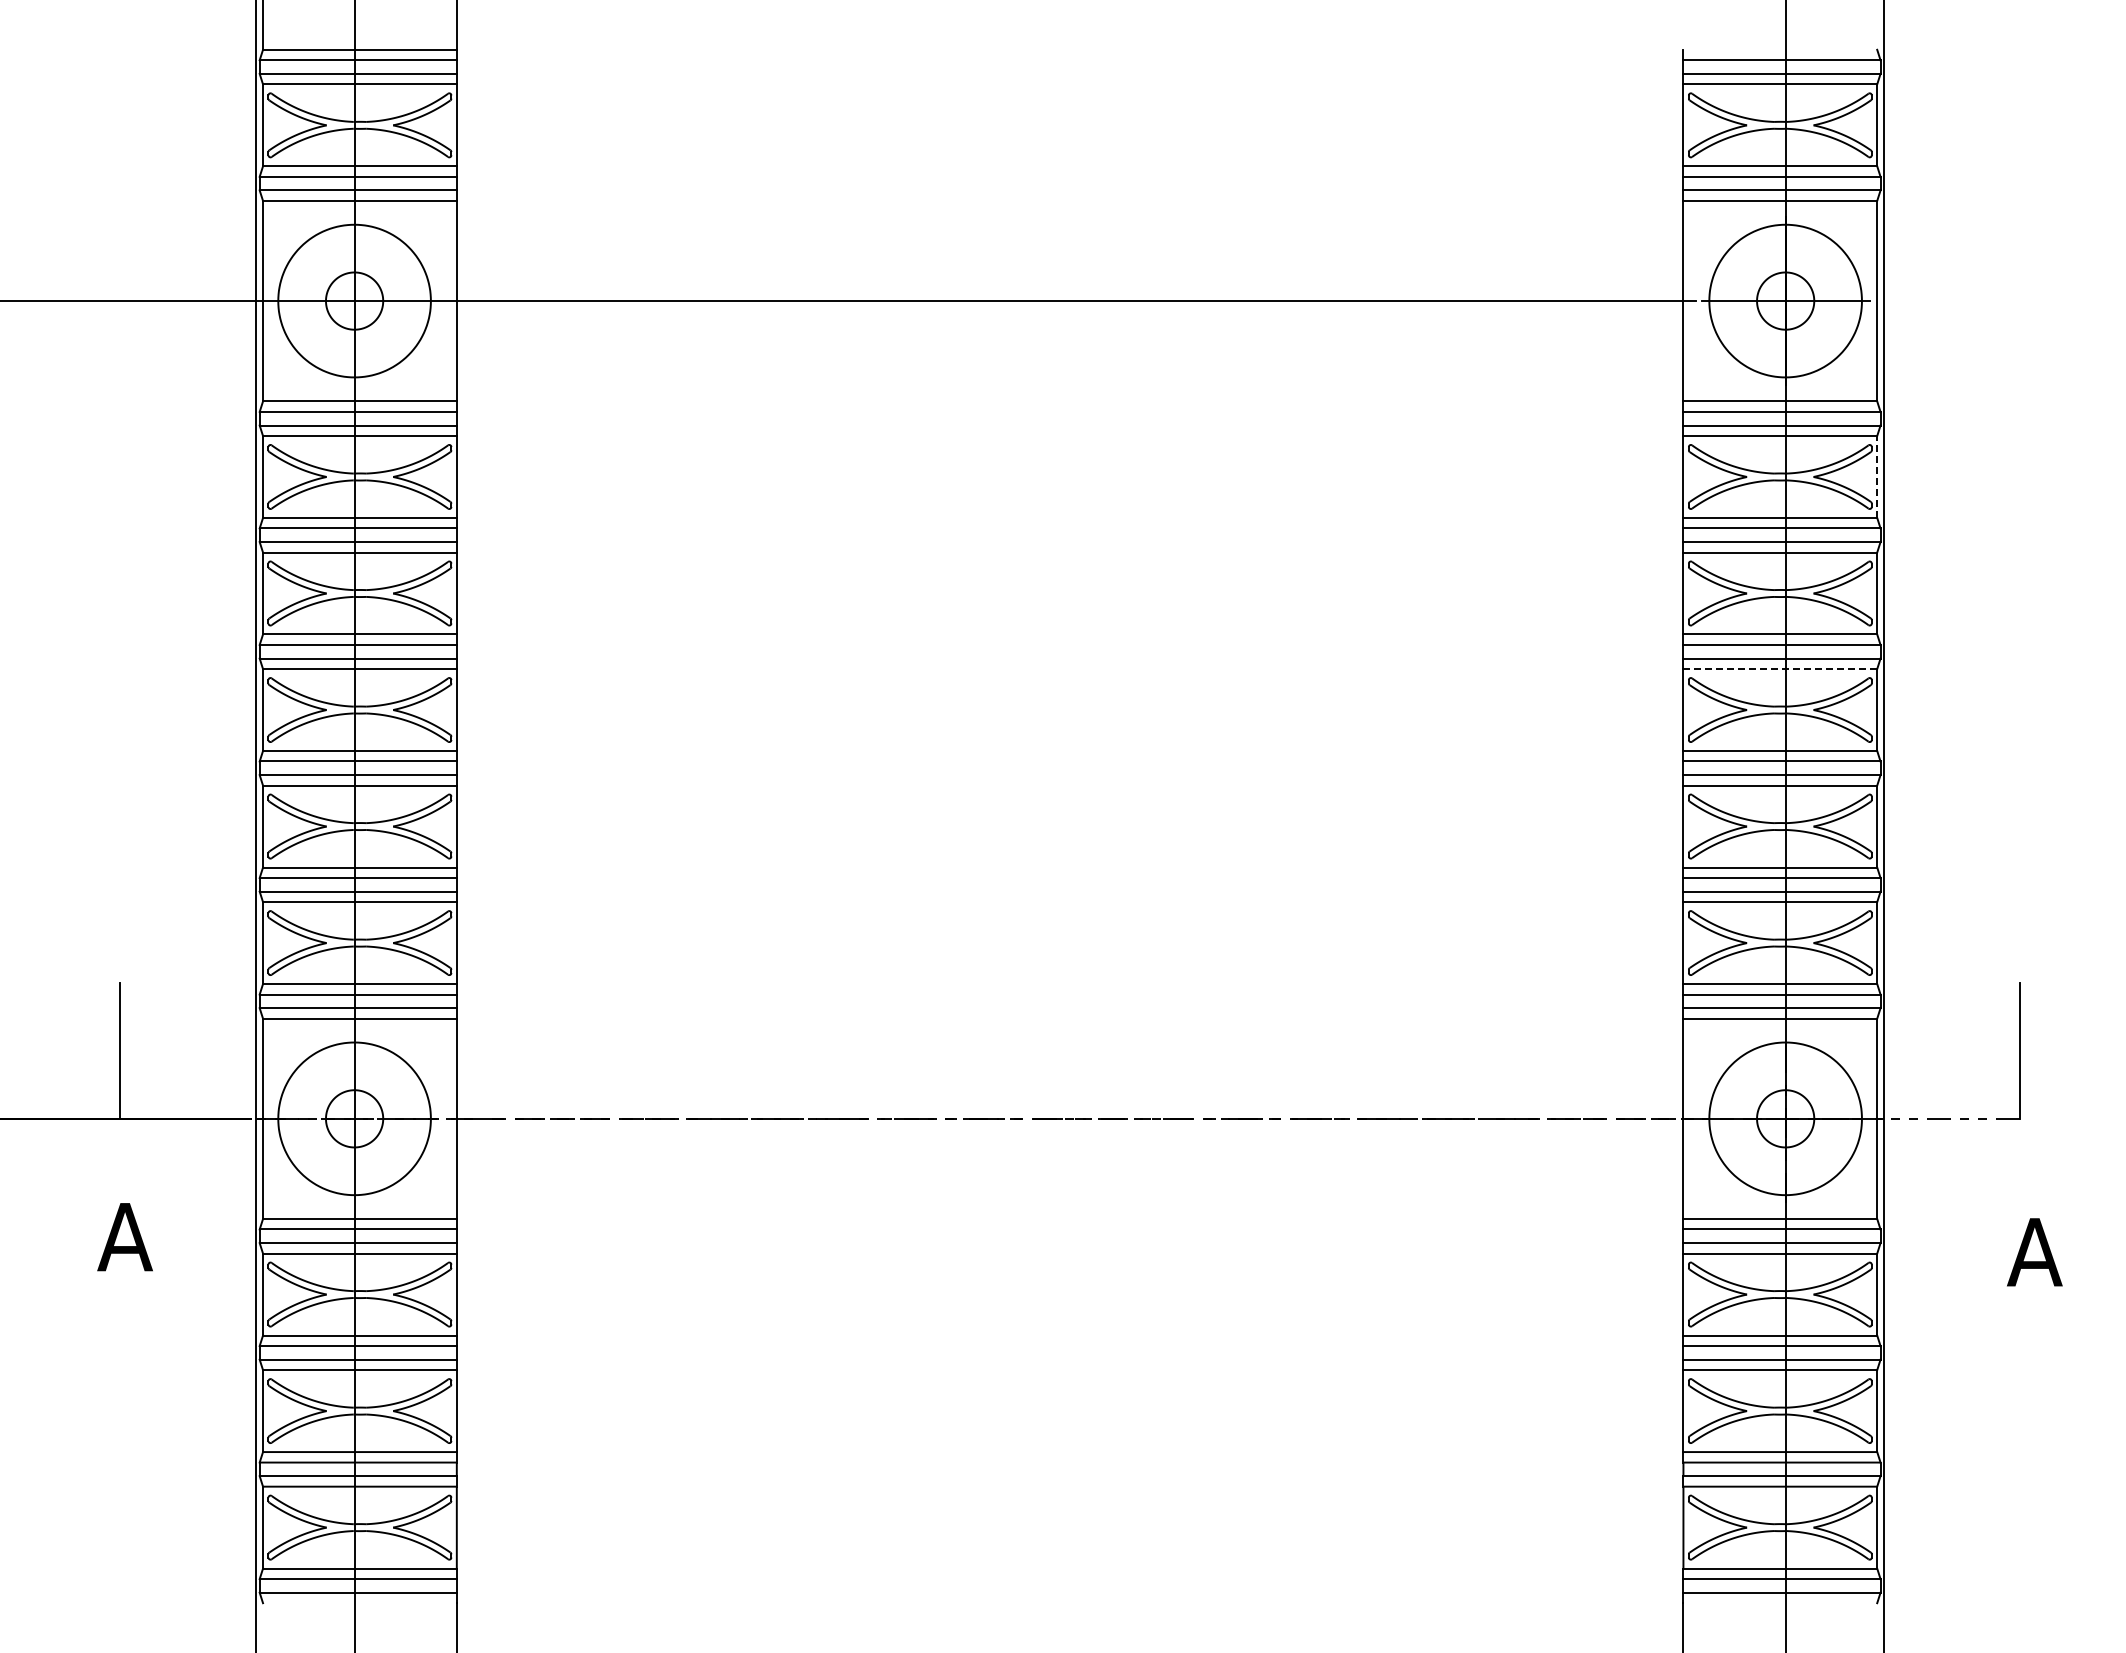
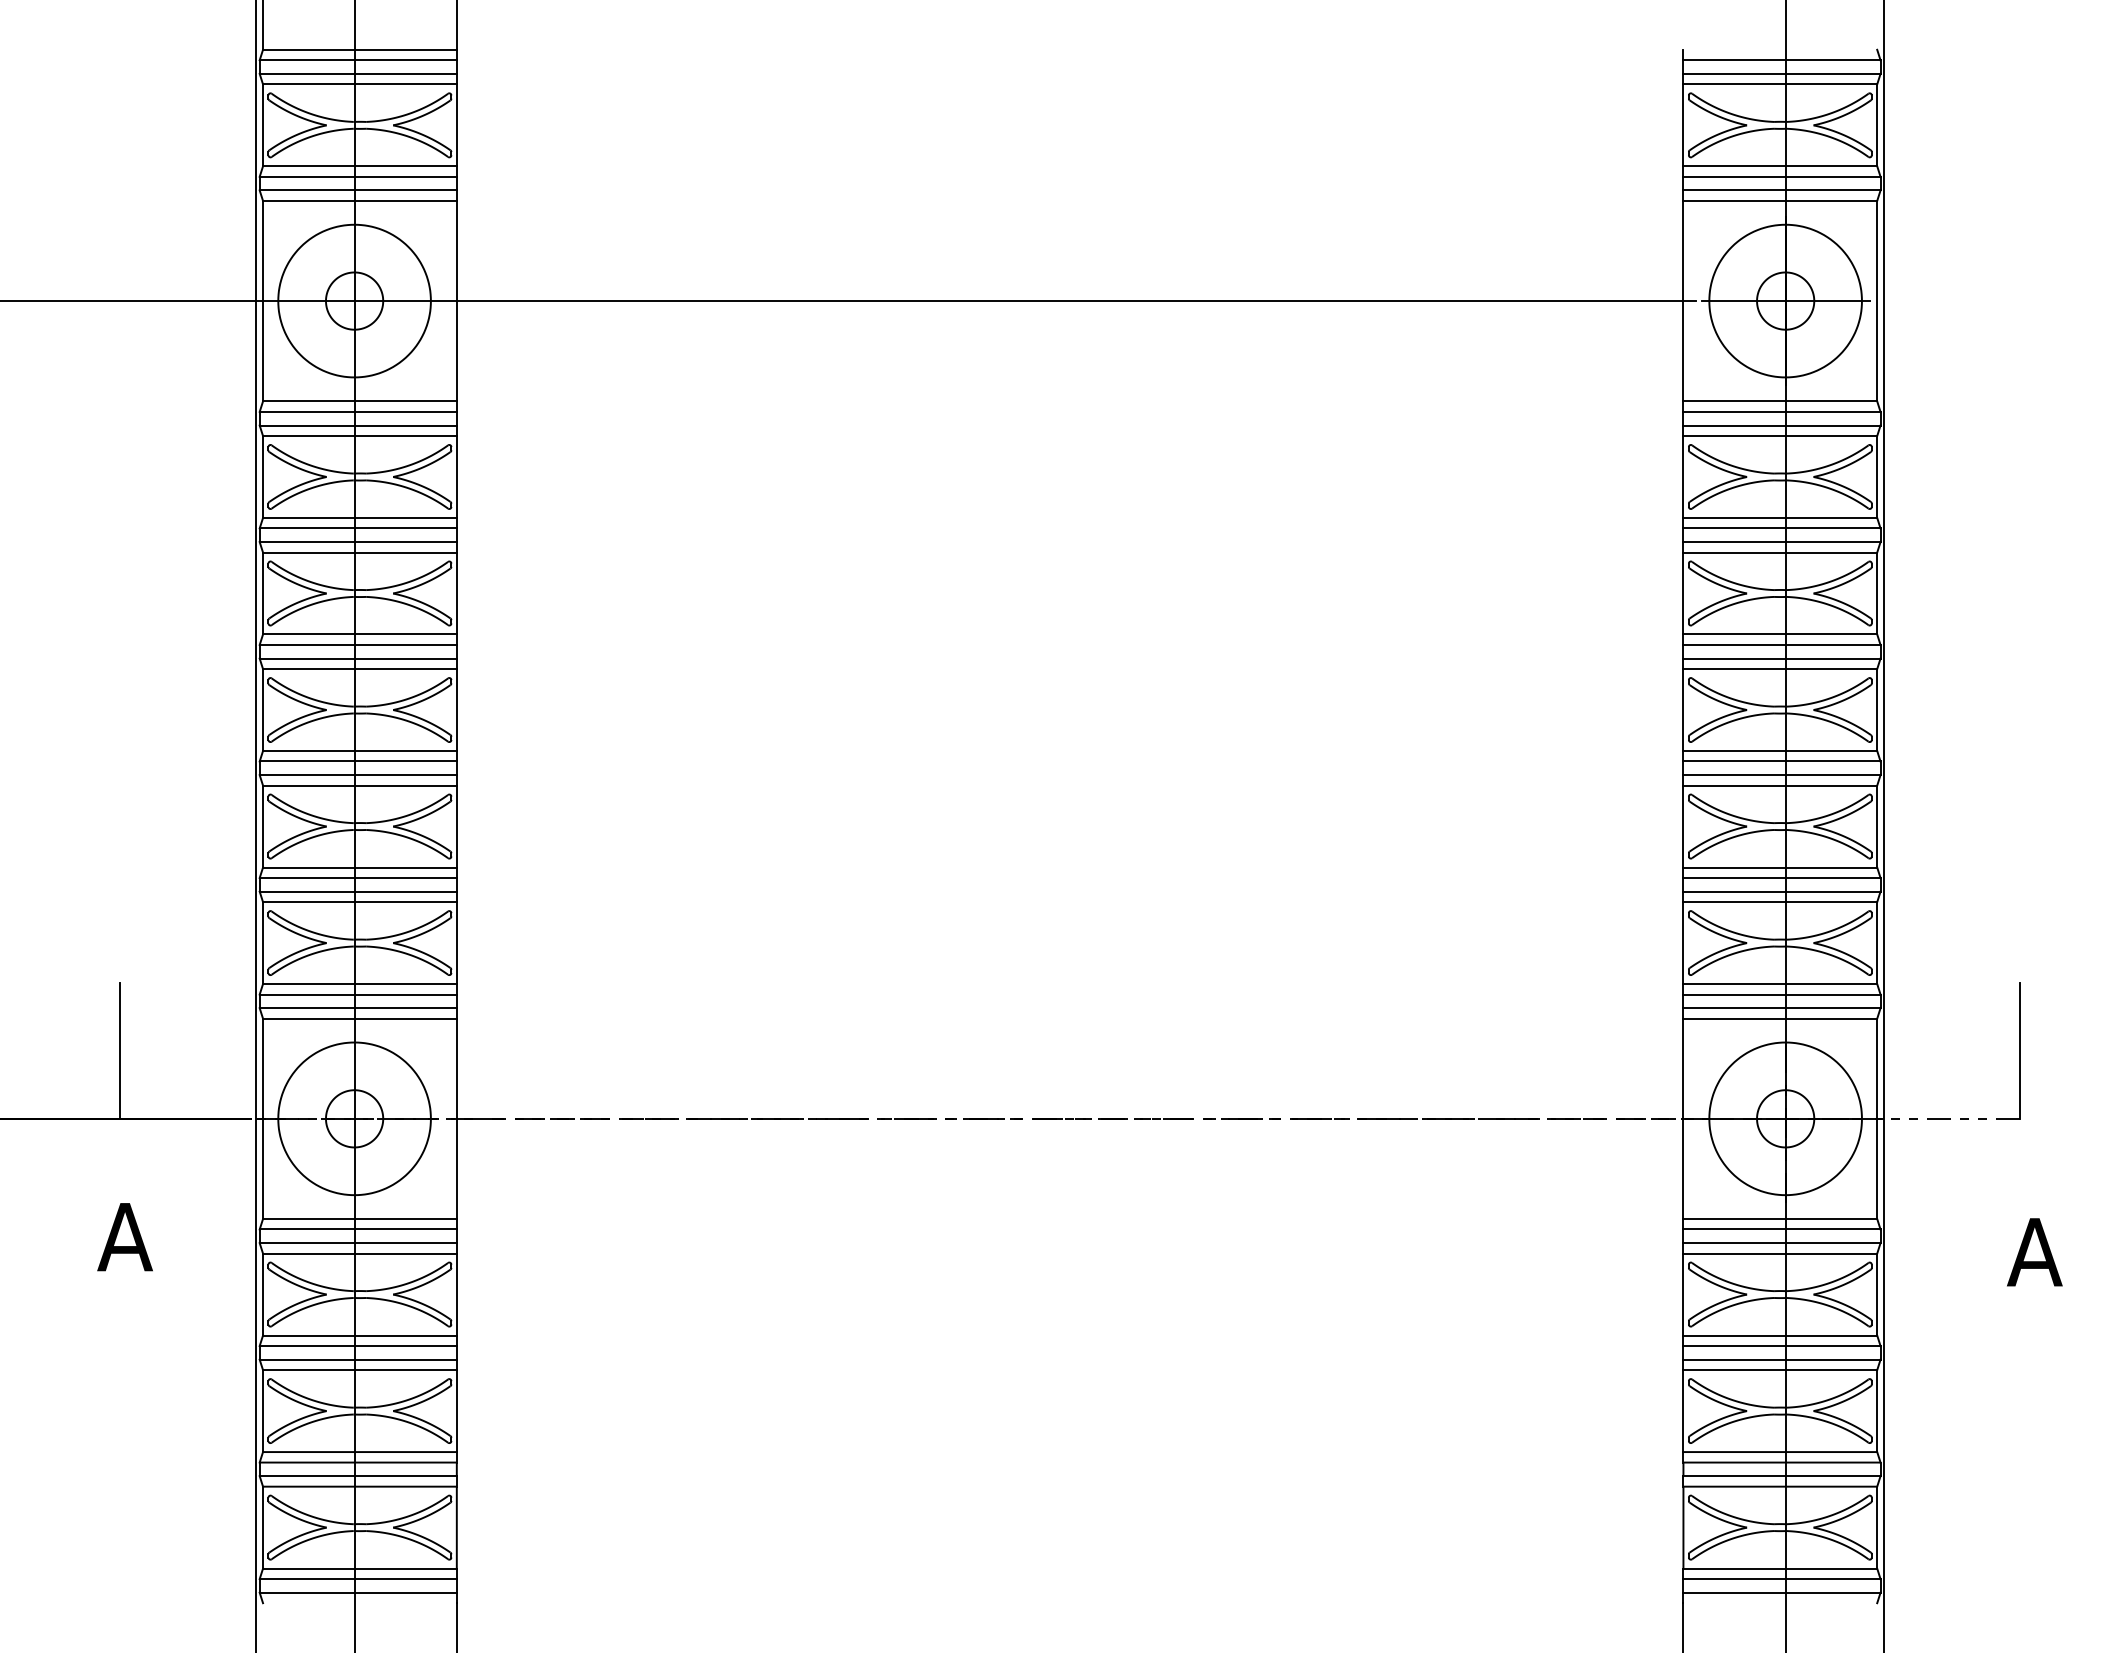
line at (1877, 476): dashed -> solid
line at (1780, 669): dashed -> solid
